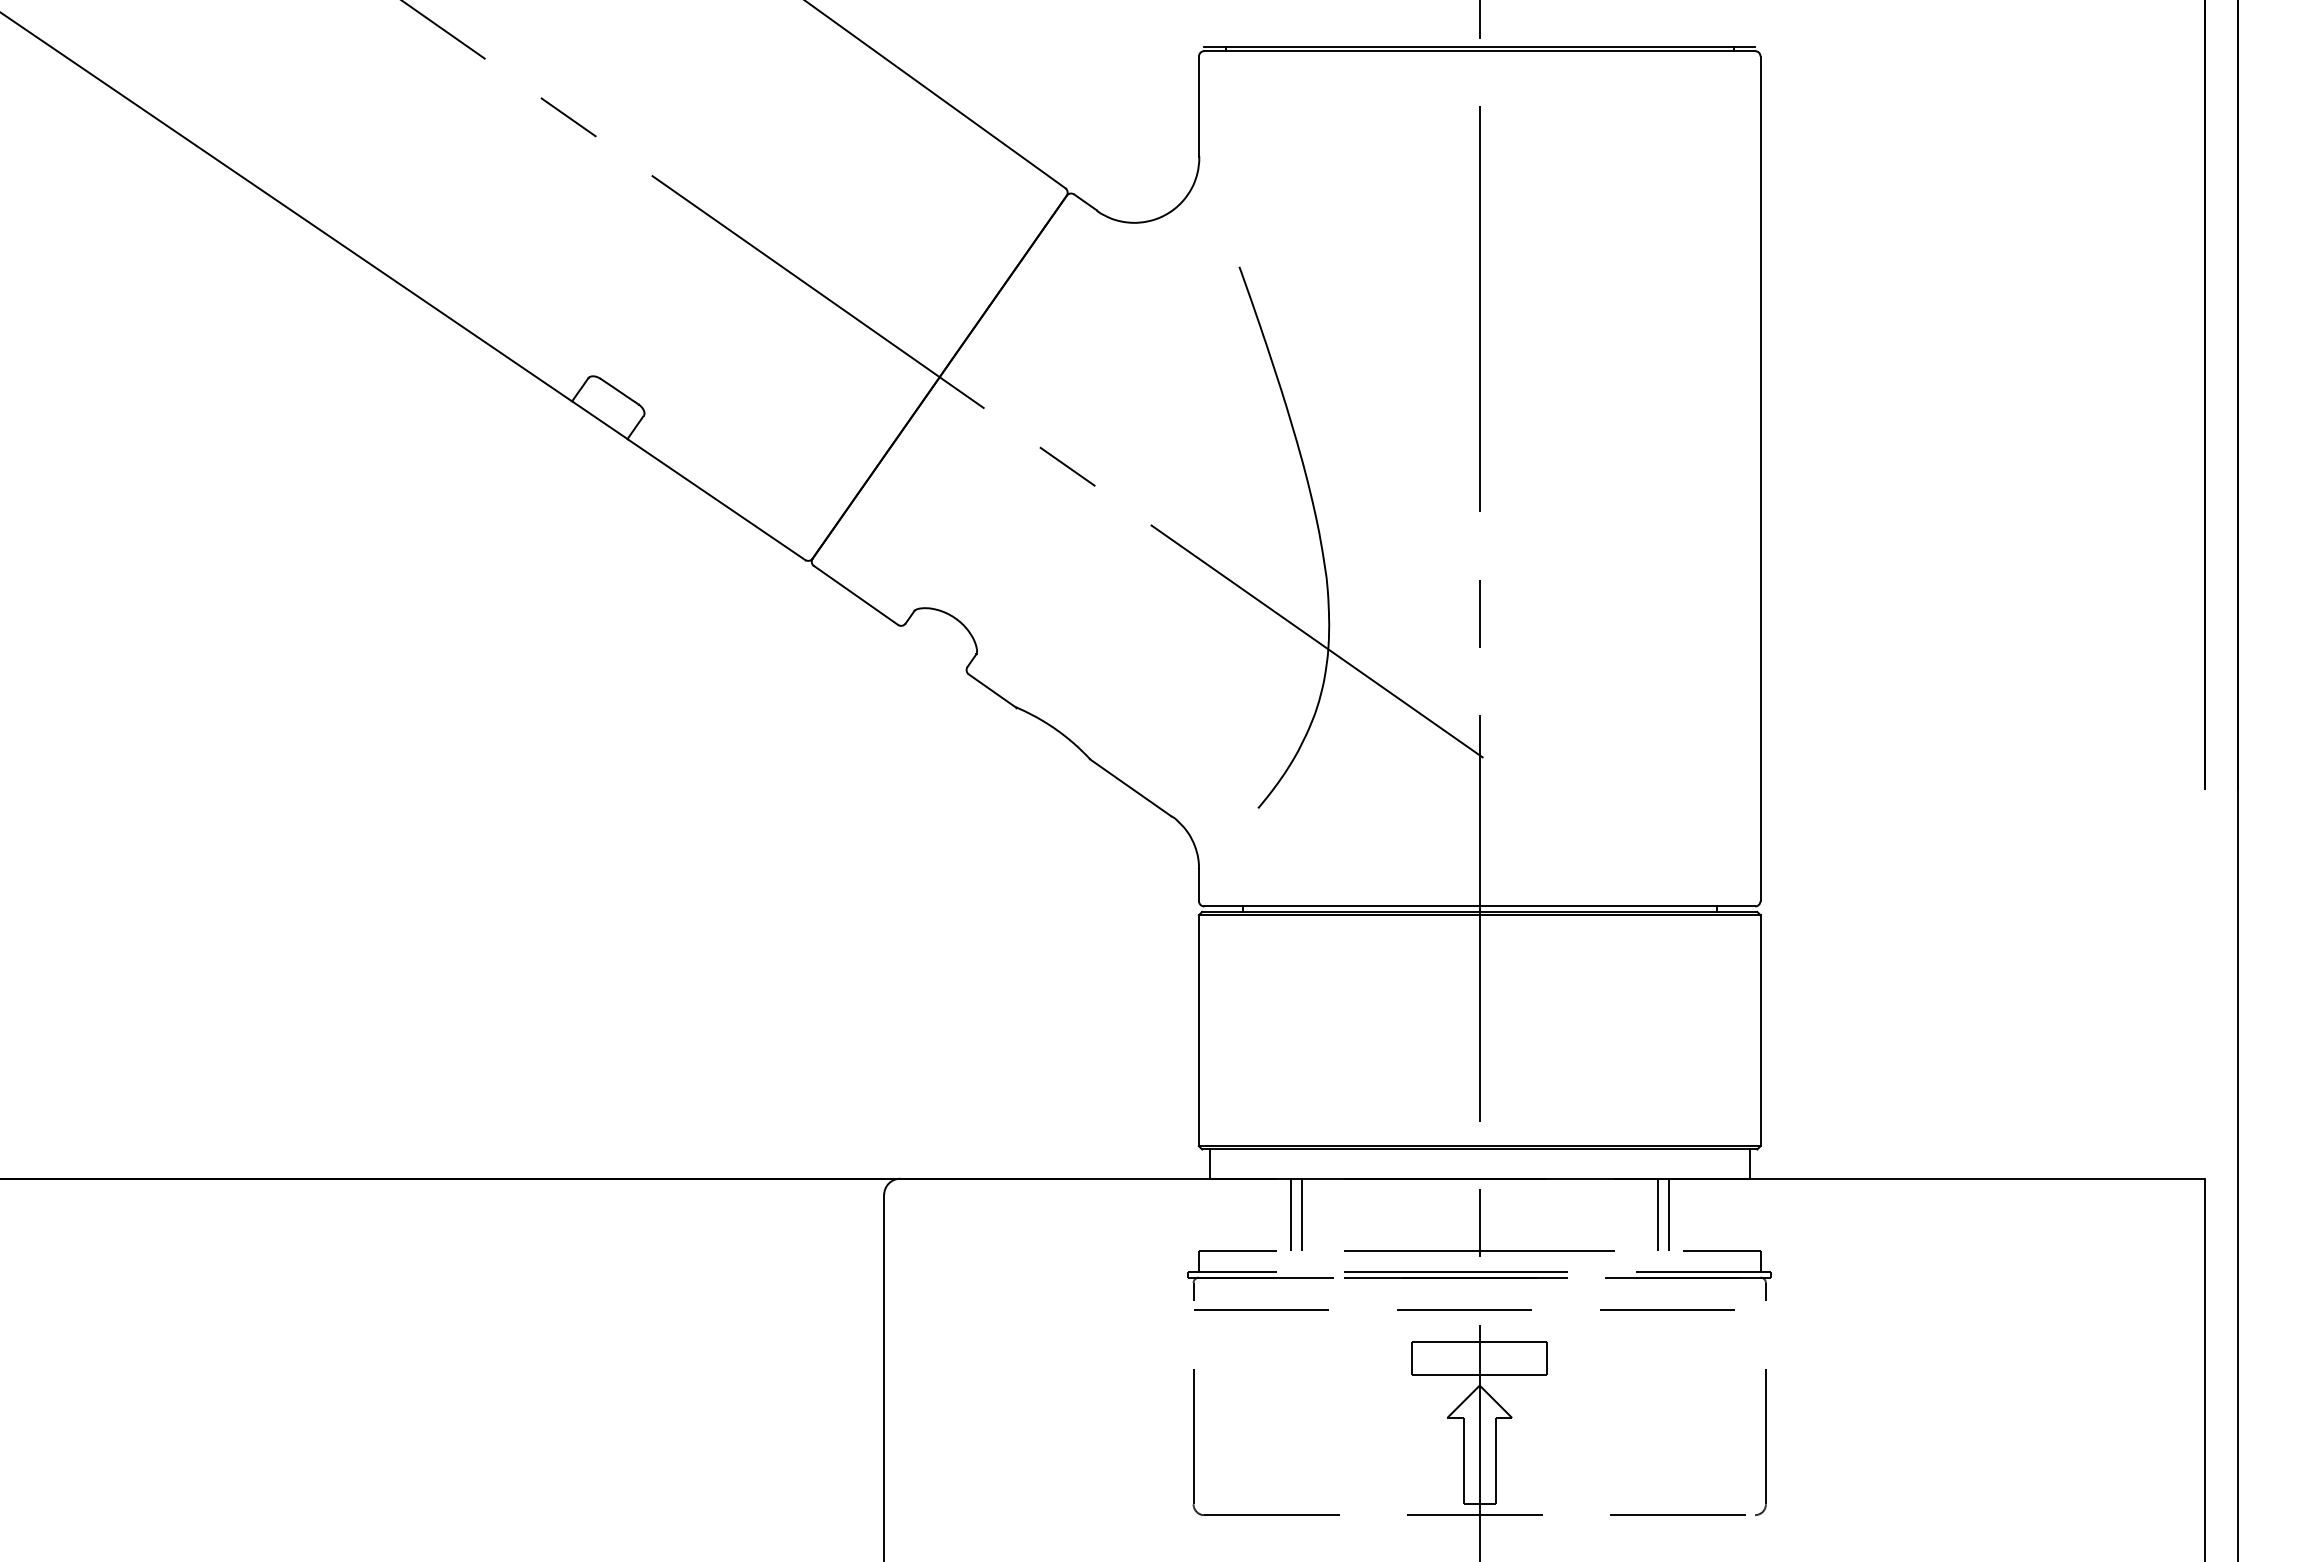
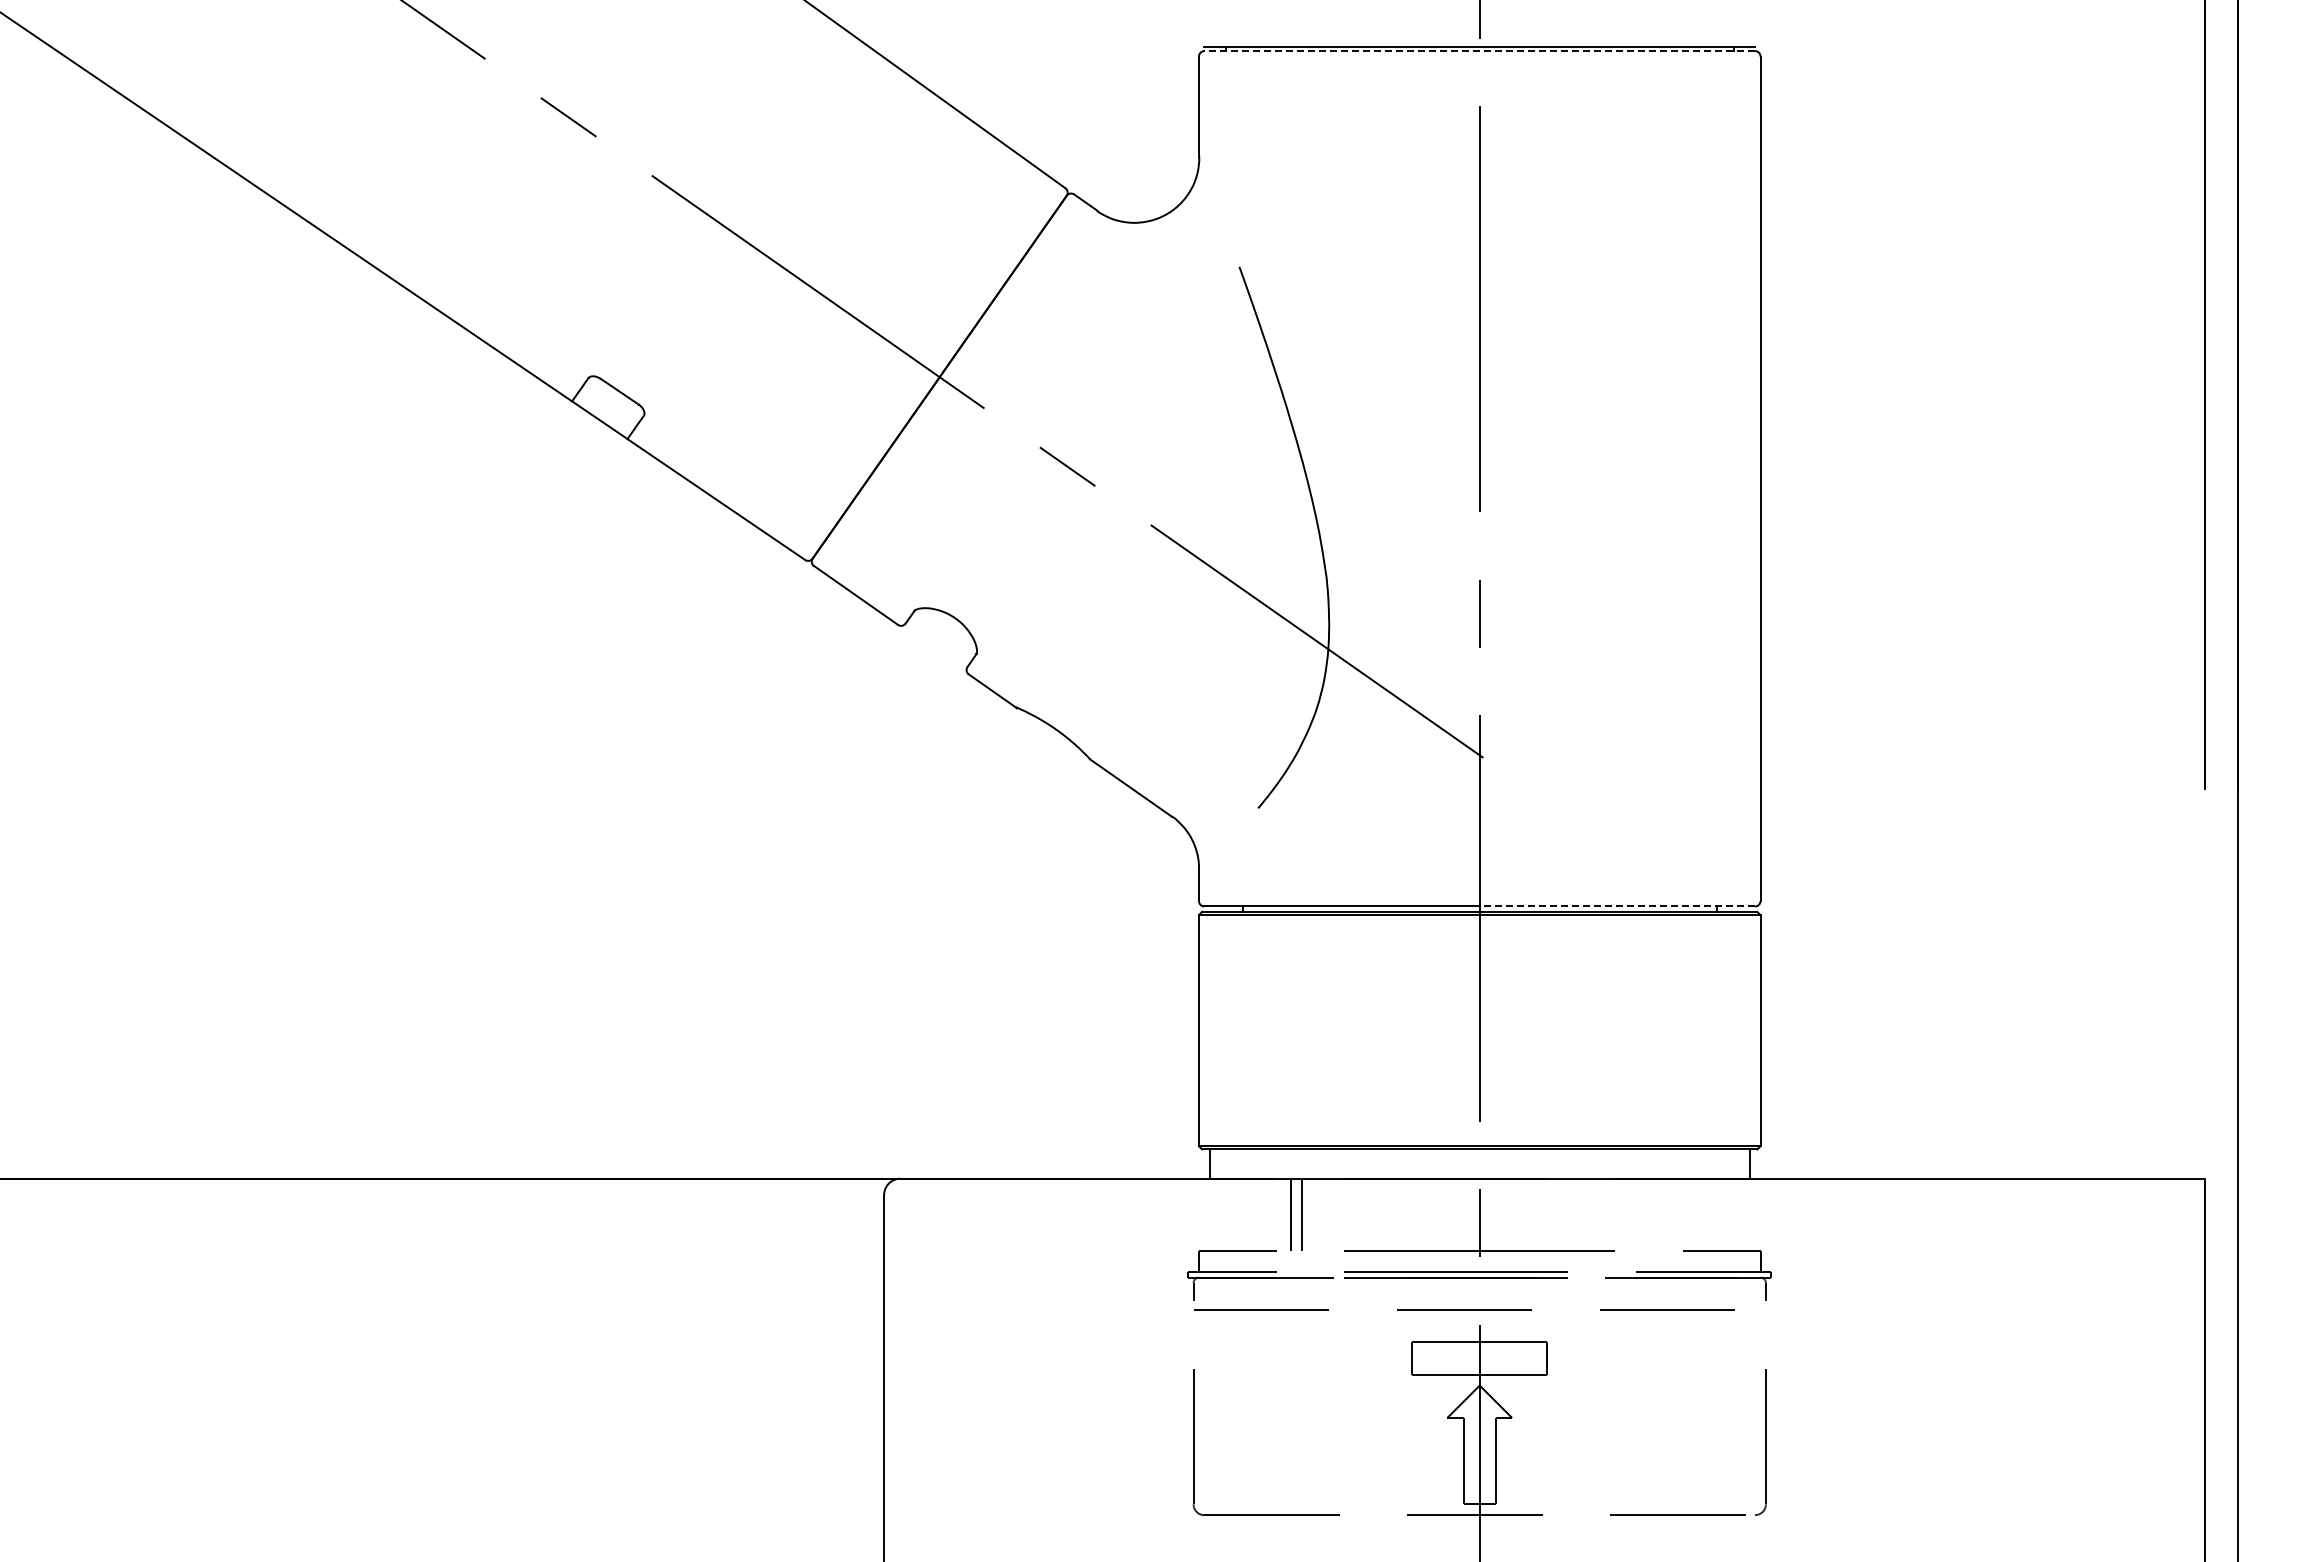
line at (1479, 51): solid -> dashed
line at (1617, 906): solid -> dashed
line at (1657, 1214): present -> none
line at (1668, 1214): present -> none
